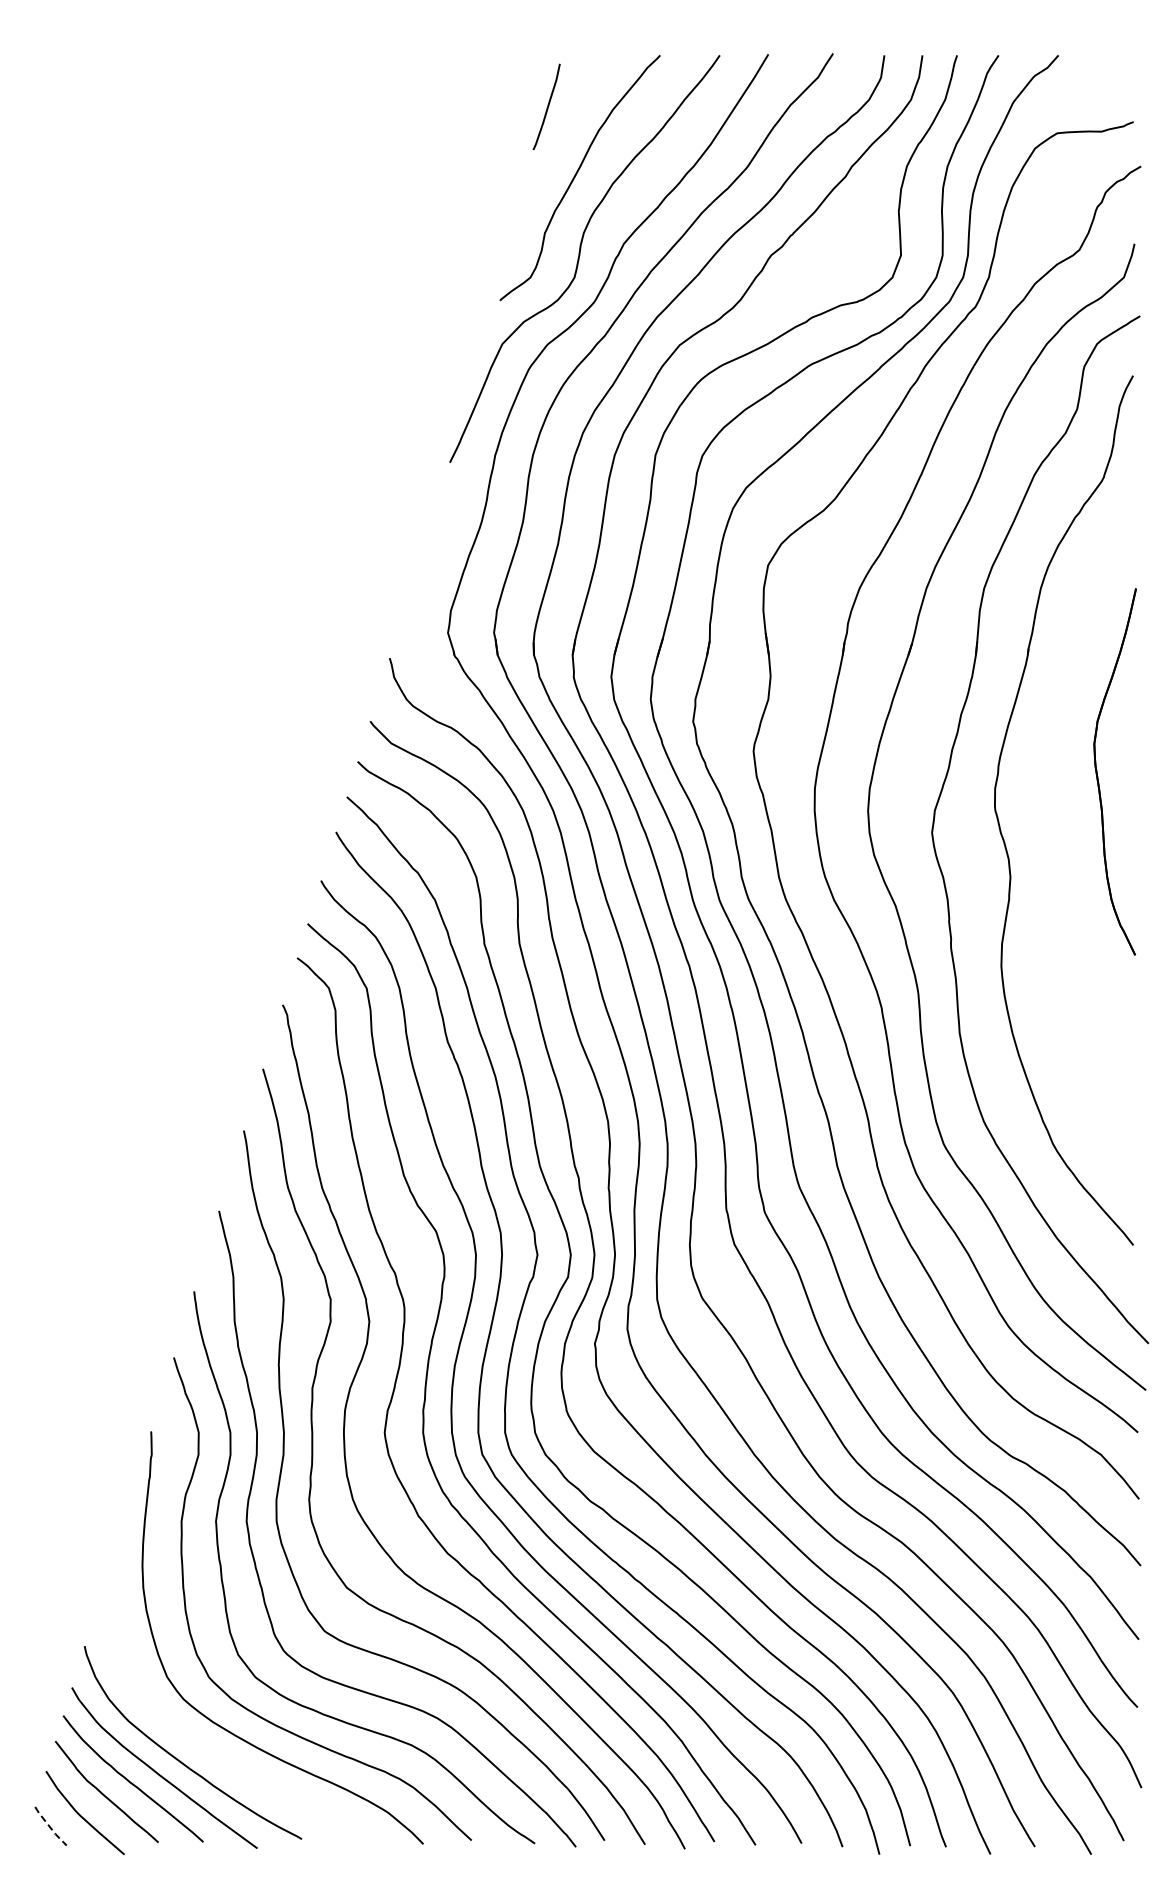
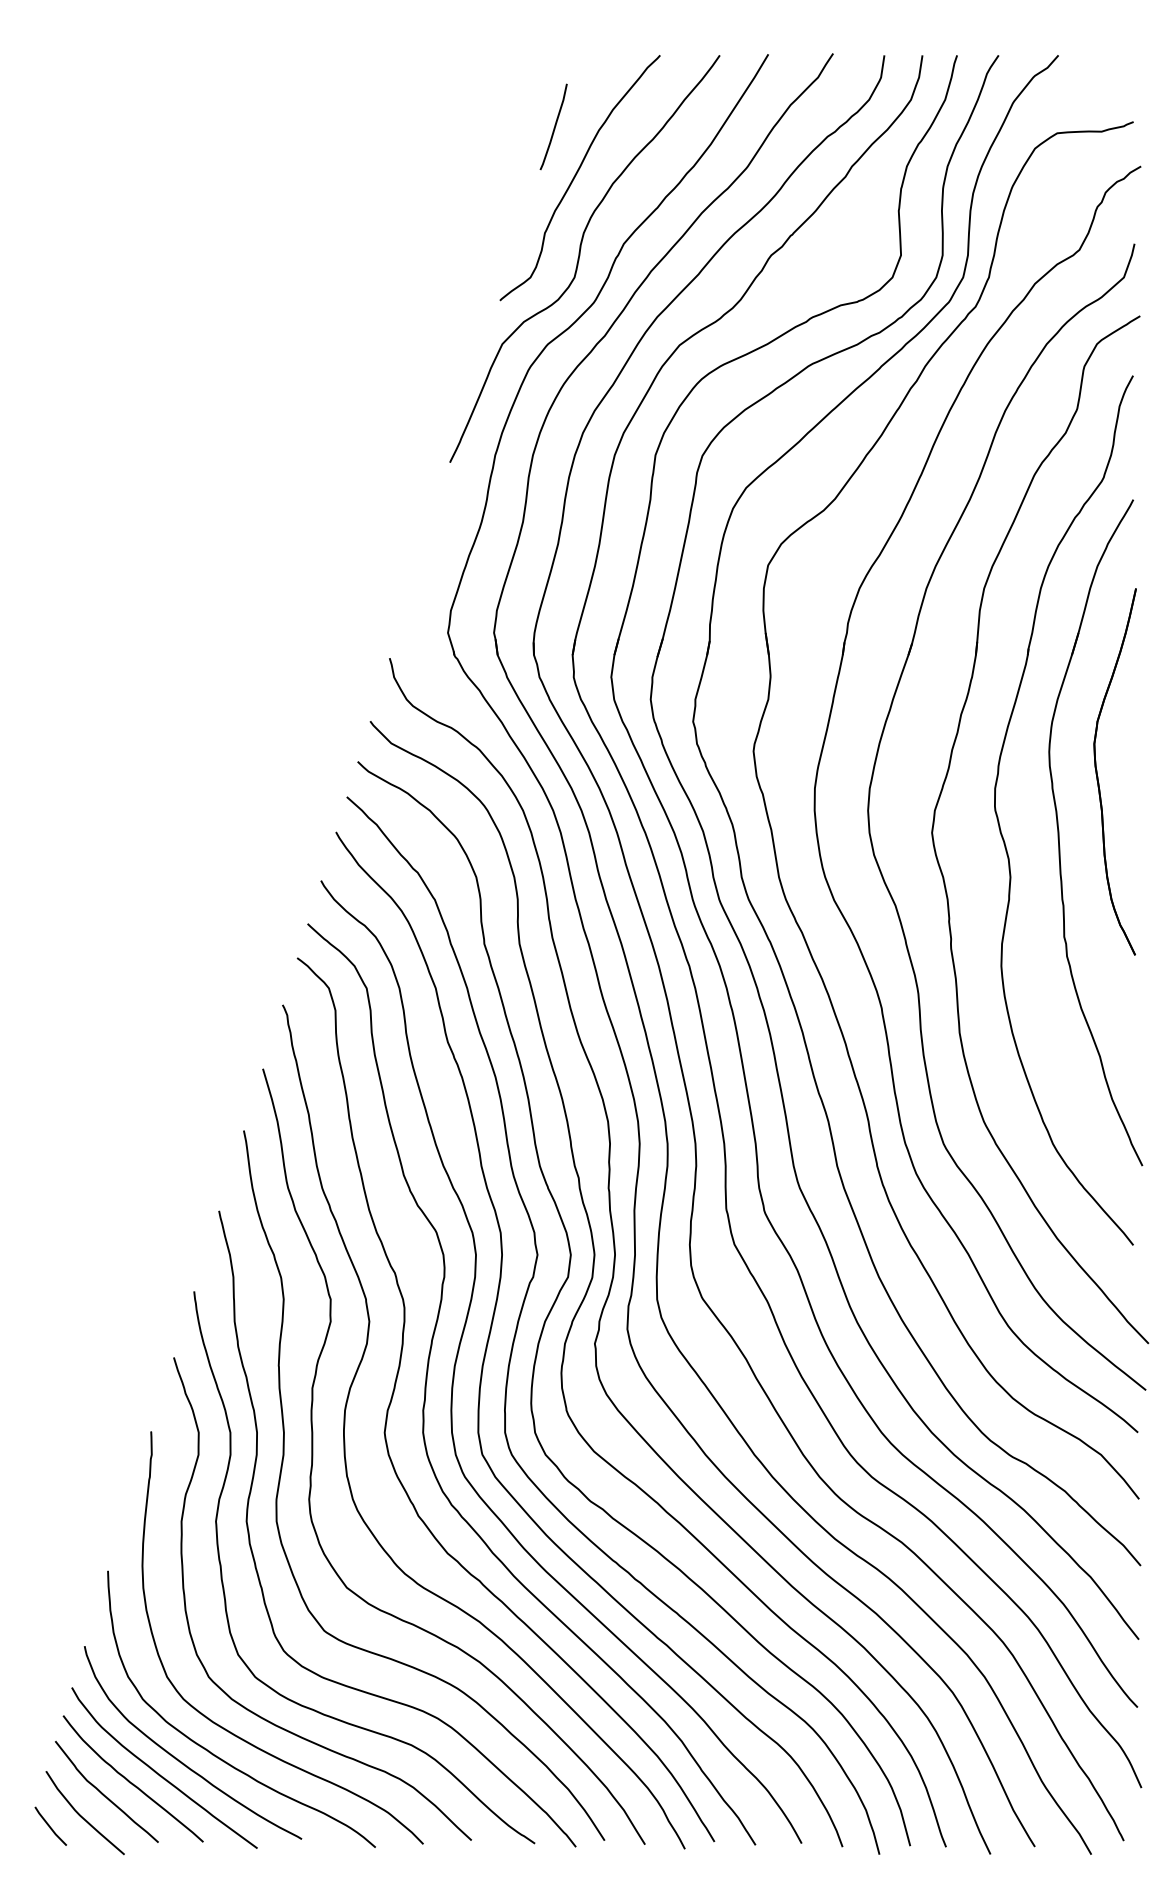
curve at (547, 106) position: (547, 106) -> (554, 126)
part at (1059, 832): none -> present
curve at (212, 1752): none -> present
line at (50, 1827): dashed -> solid
